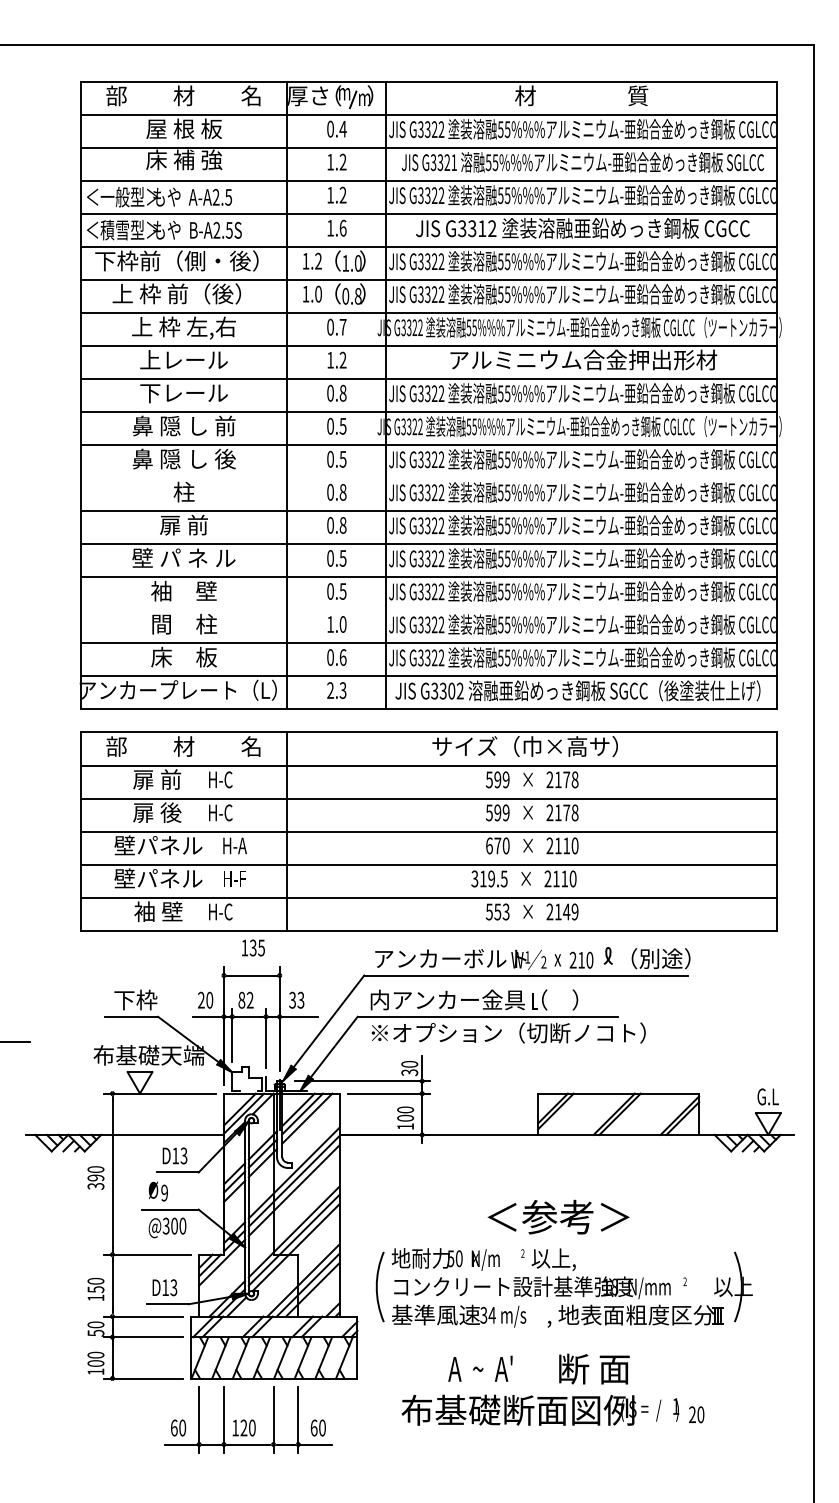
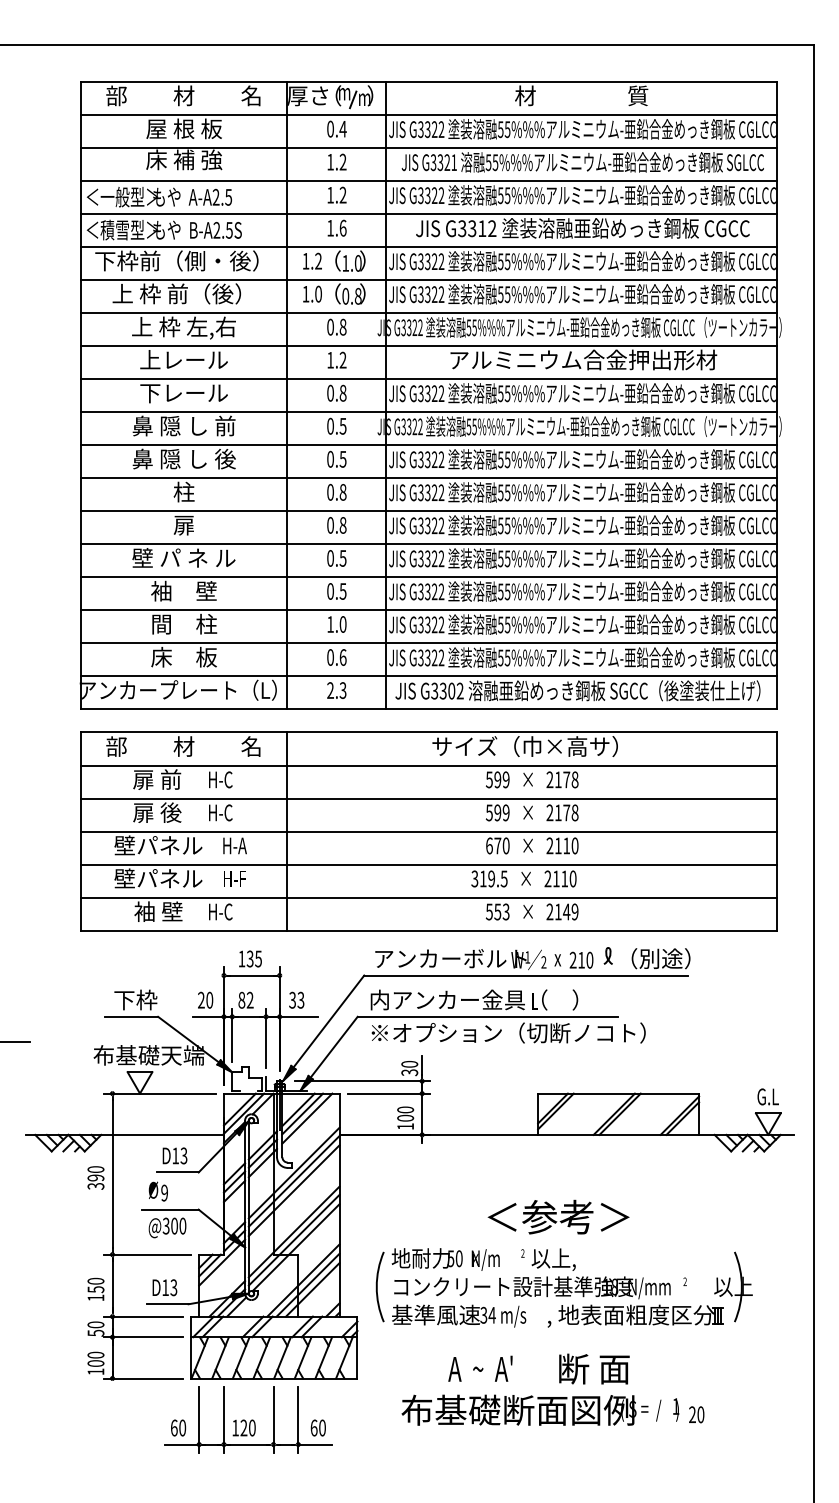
text at (342, 326): 0.7 -> 0.8
line at (428, 478): none -> present
text at (183, 524): 扉 前 -> 扉
line at (428, 610): none -> present
text at (253, 947) position: (253, 947) -> (250, 958)
